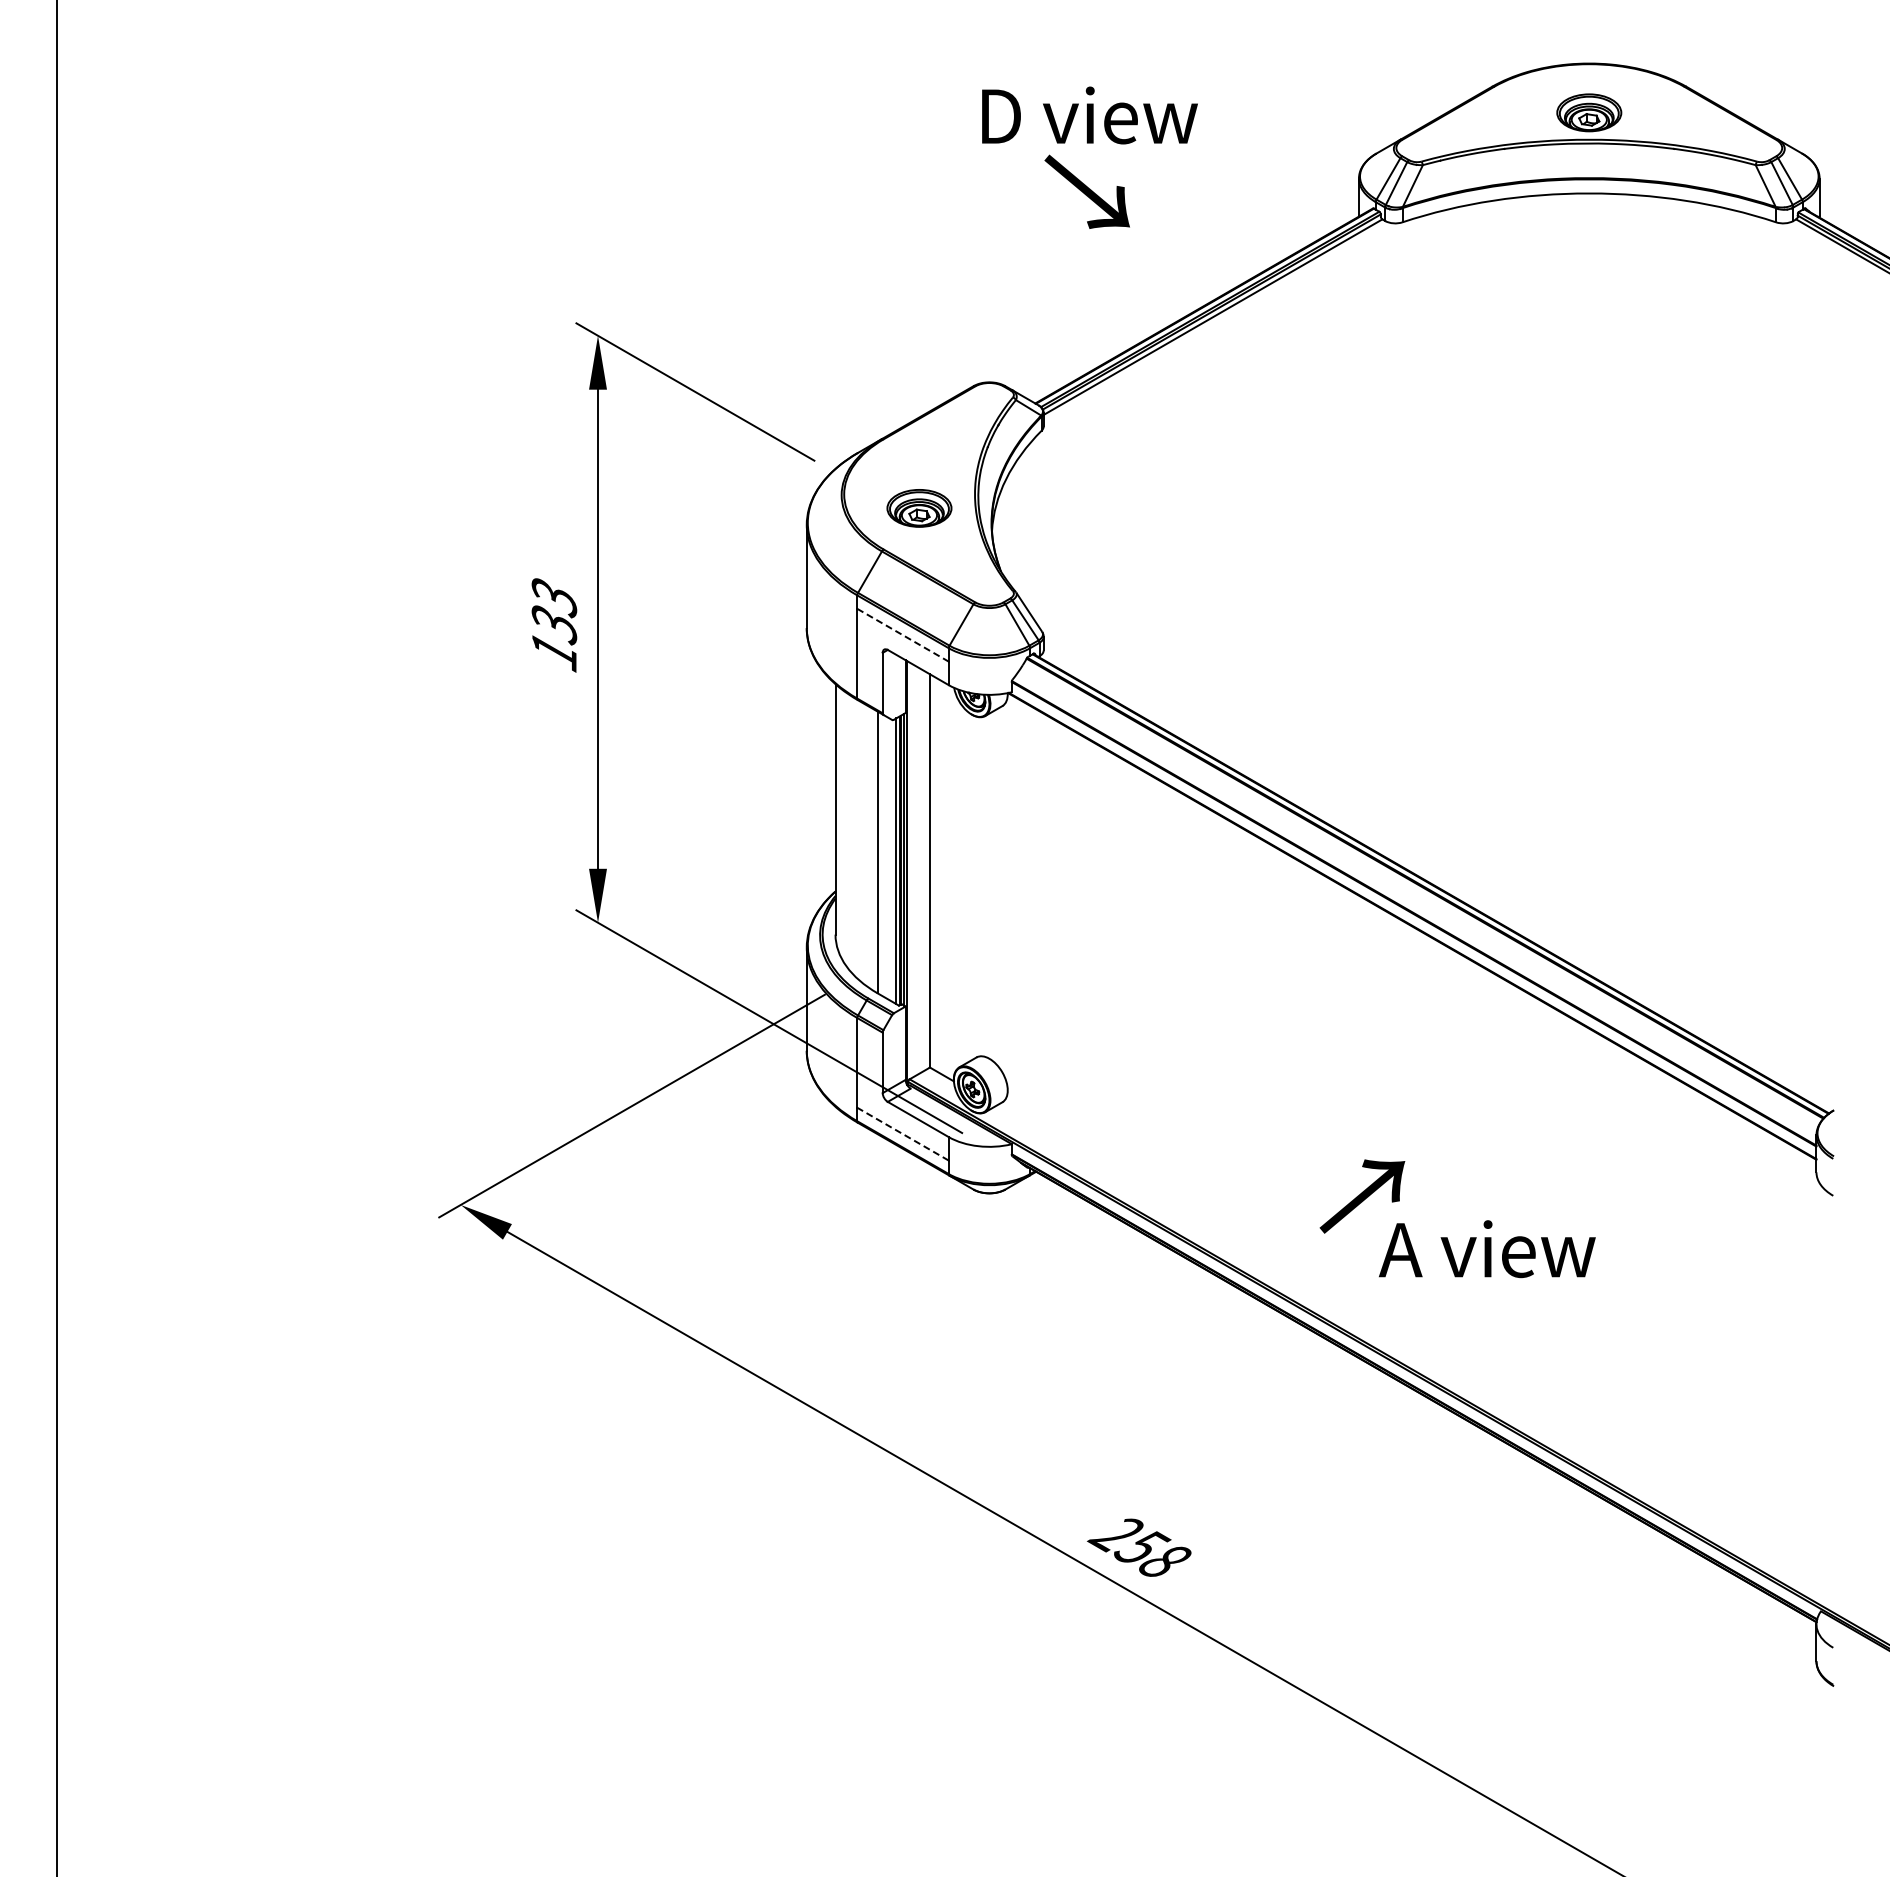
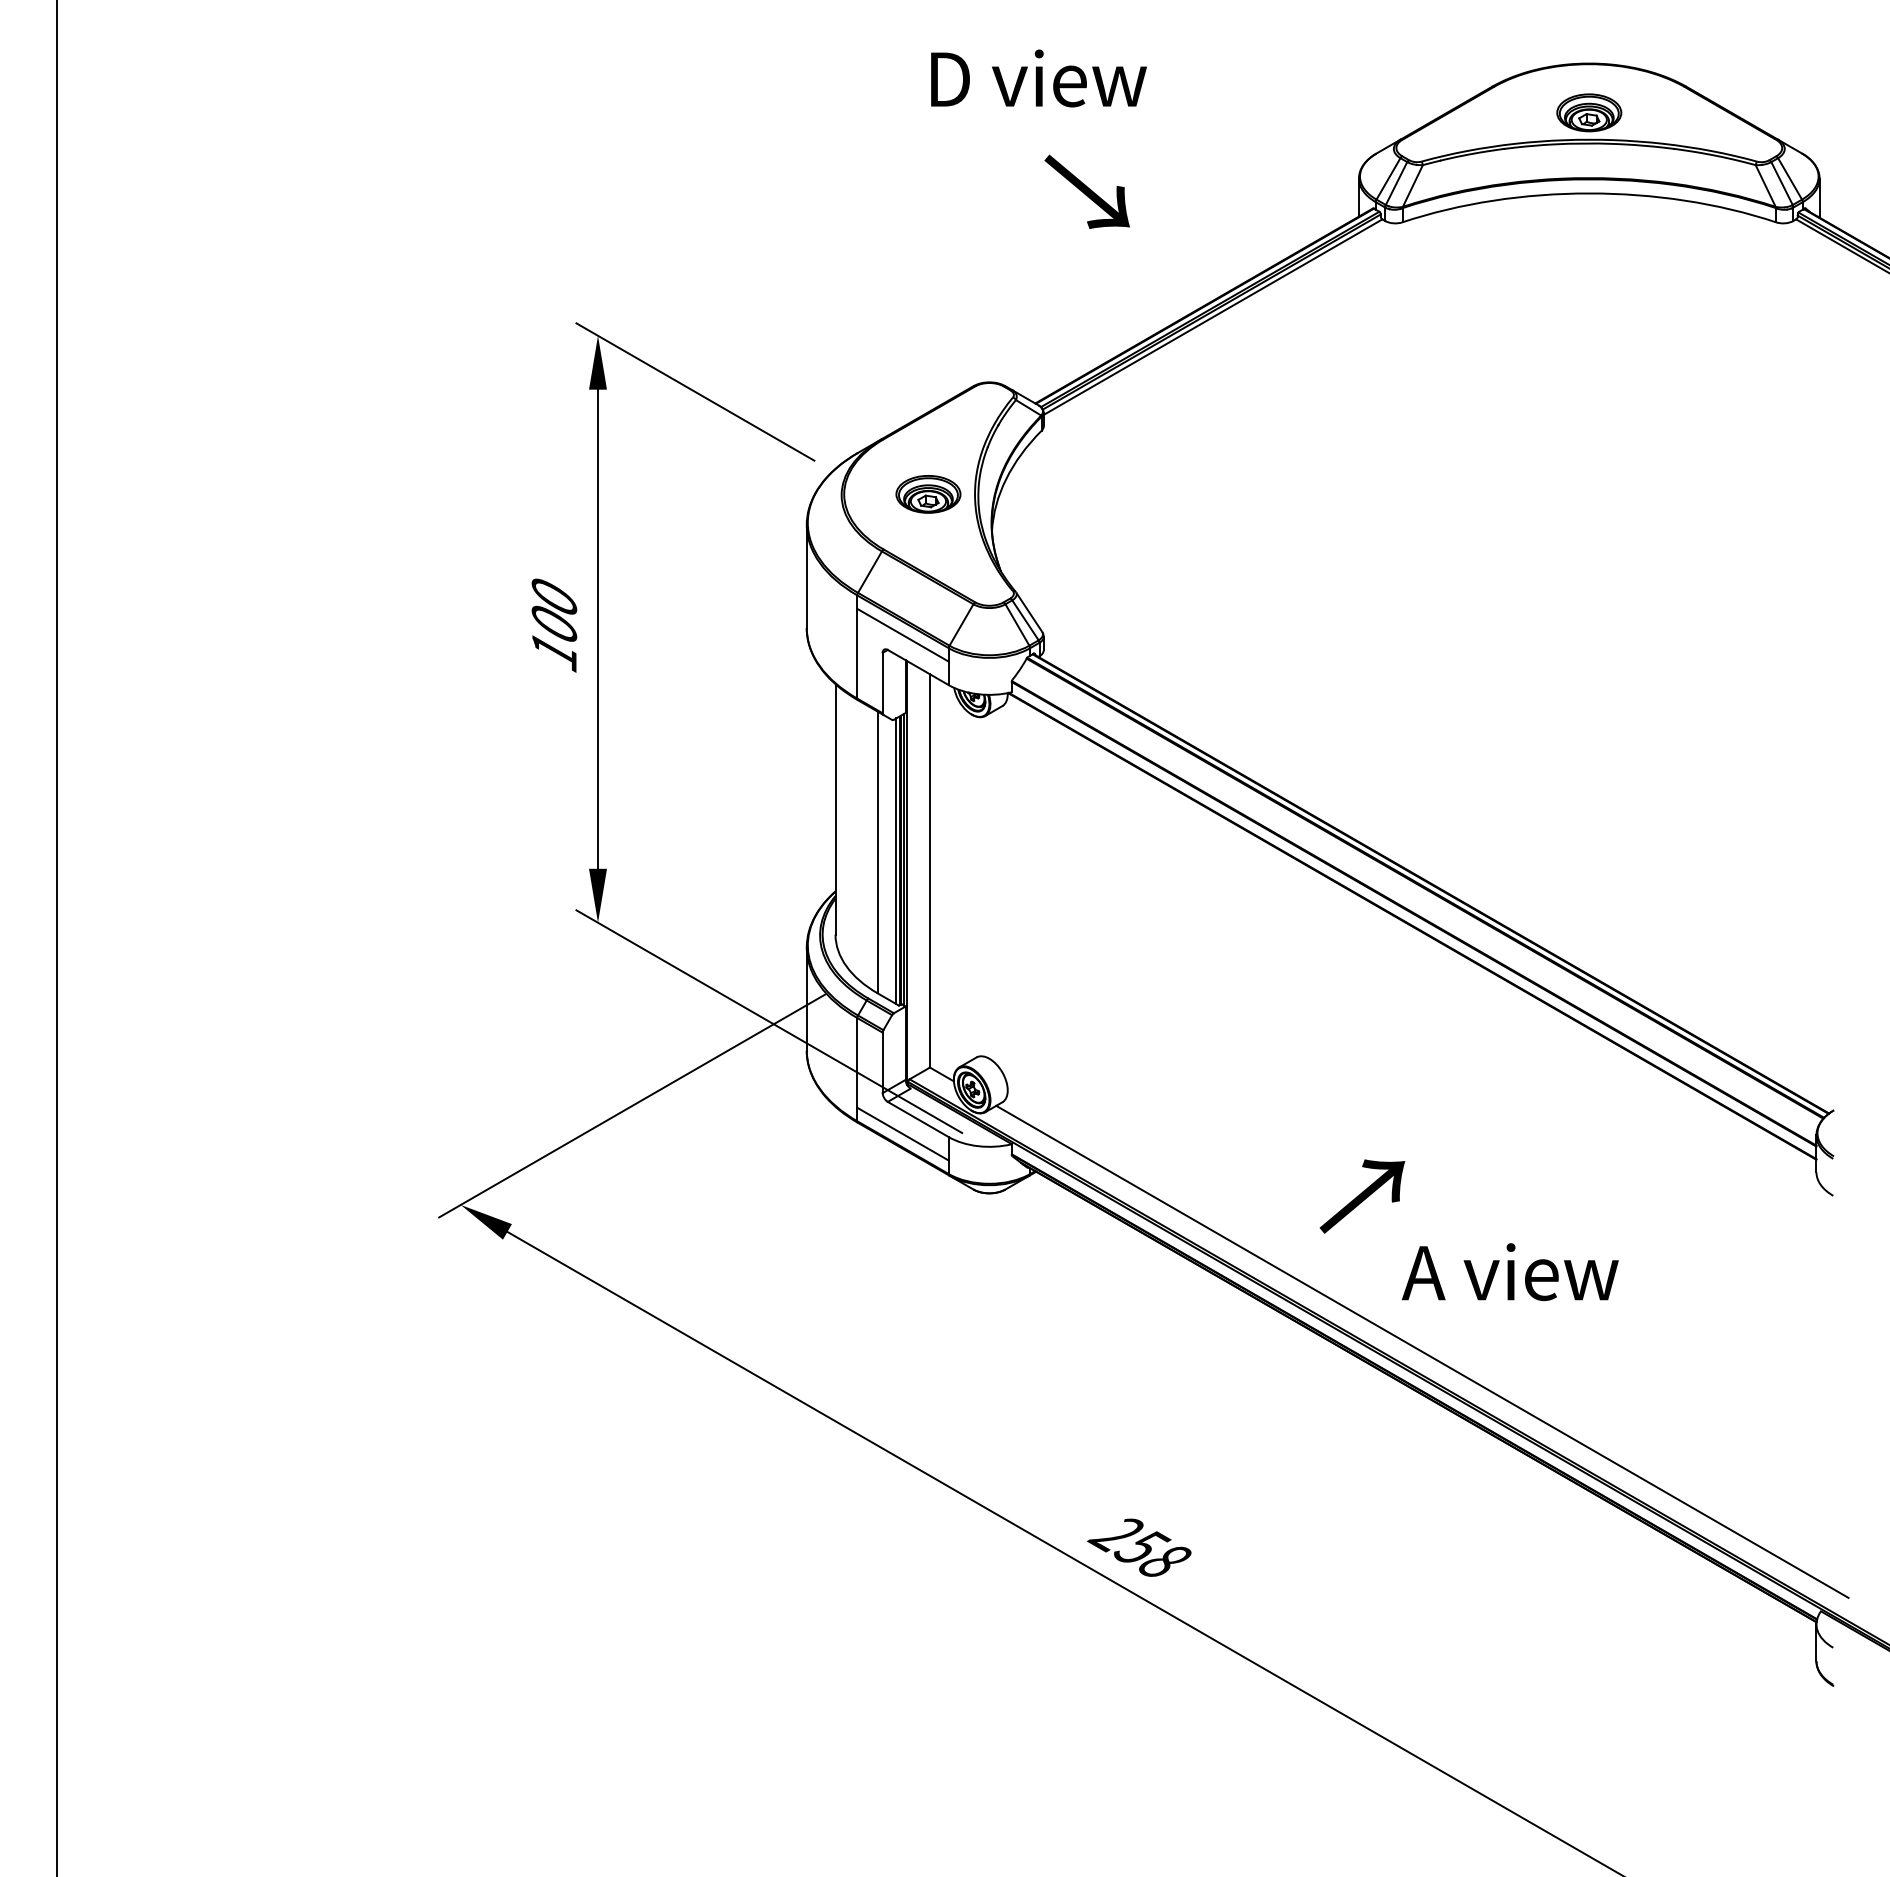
text at (1089, 115) position: (1089, 115) -> (1038, 78)
part at (919, 508) position: (919, 508) -> (928, 494)
text at (554, 611): 133 -> 100
line at (903, 635): dashed -> solid
line at (903, 1134): dashed -> solid
text at (1487, 1249) position: (1487, 1249) -> (1510, 1272)
line at (1422, 1351): none -> present
